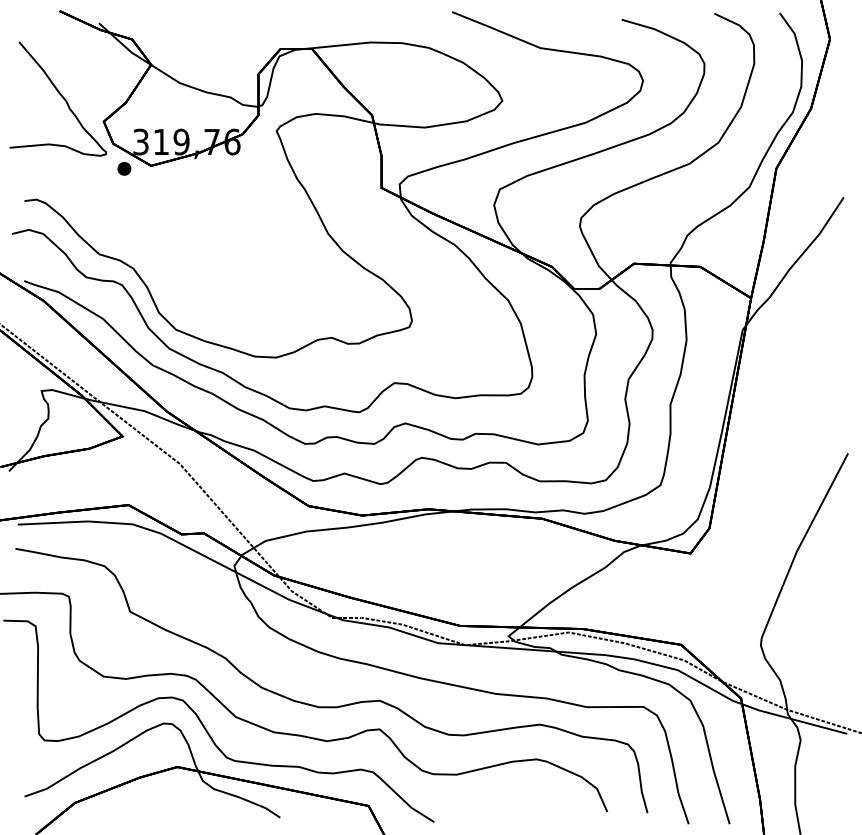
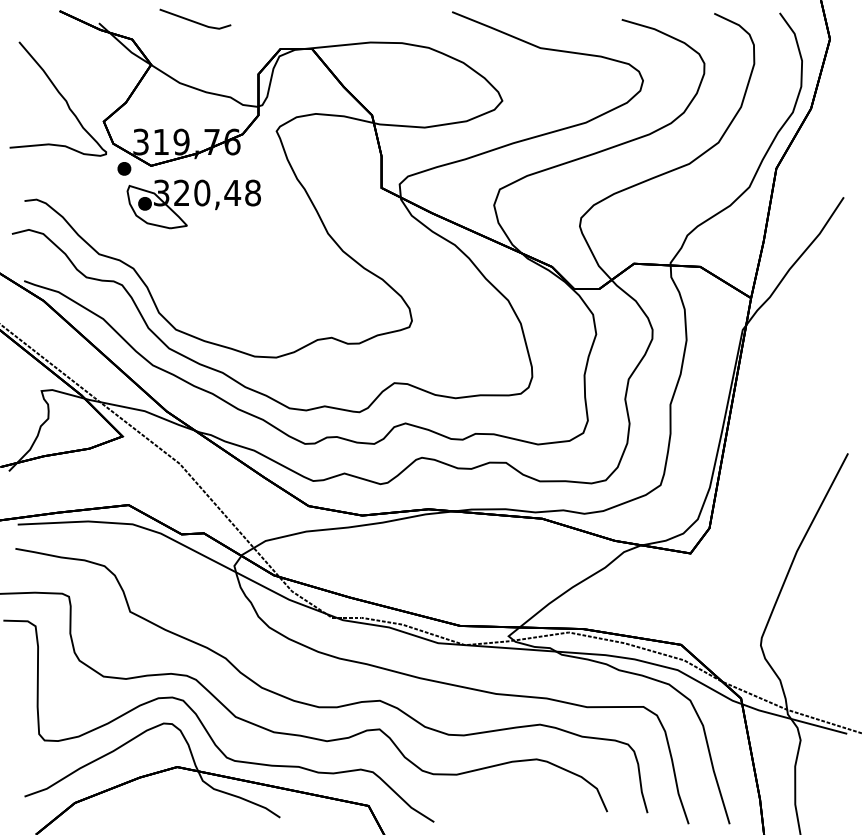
line at (193, 20): none -> present
part at (193, 204): none -> present
